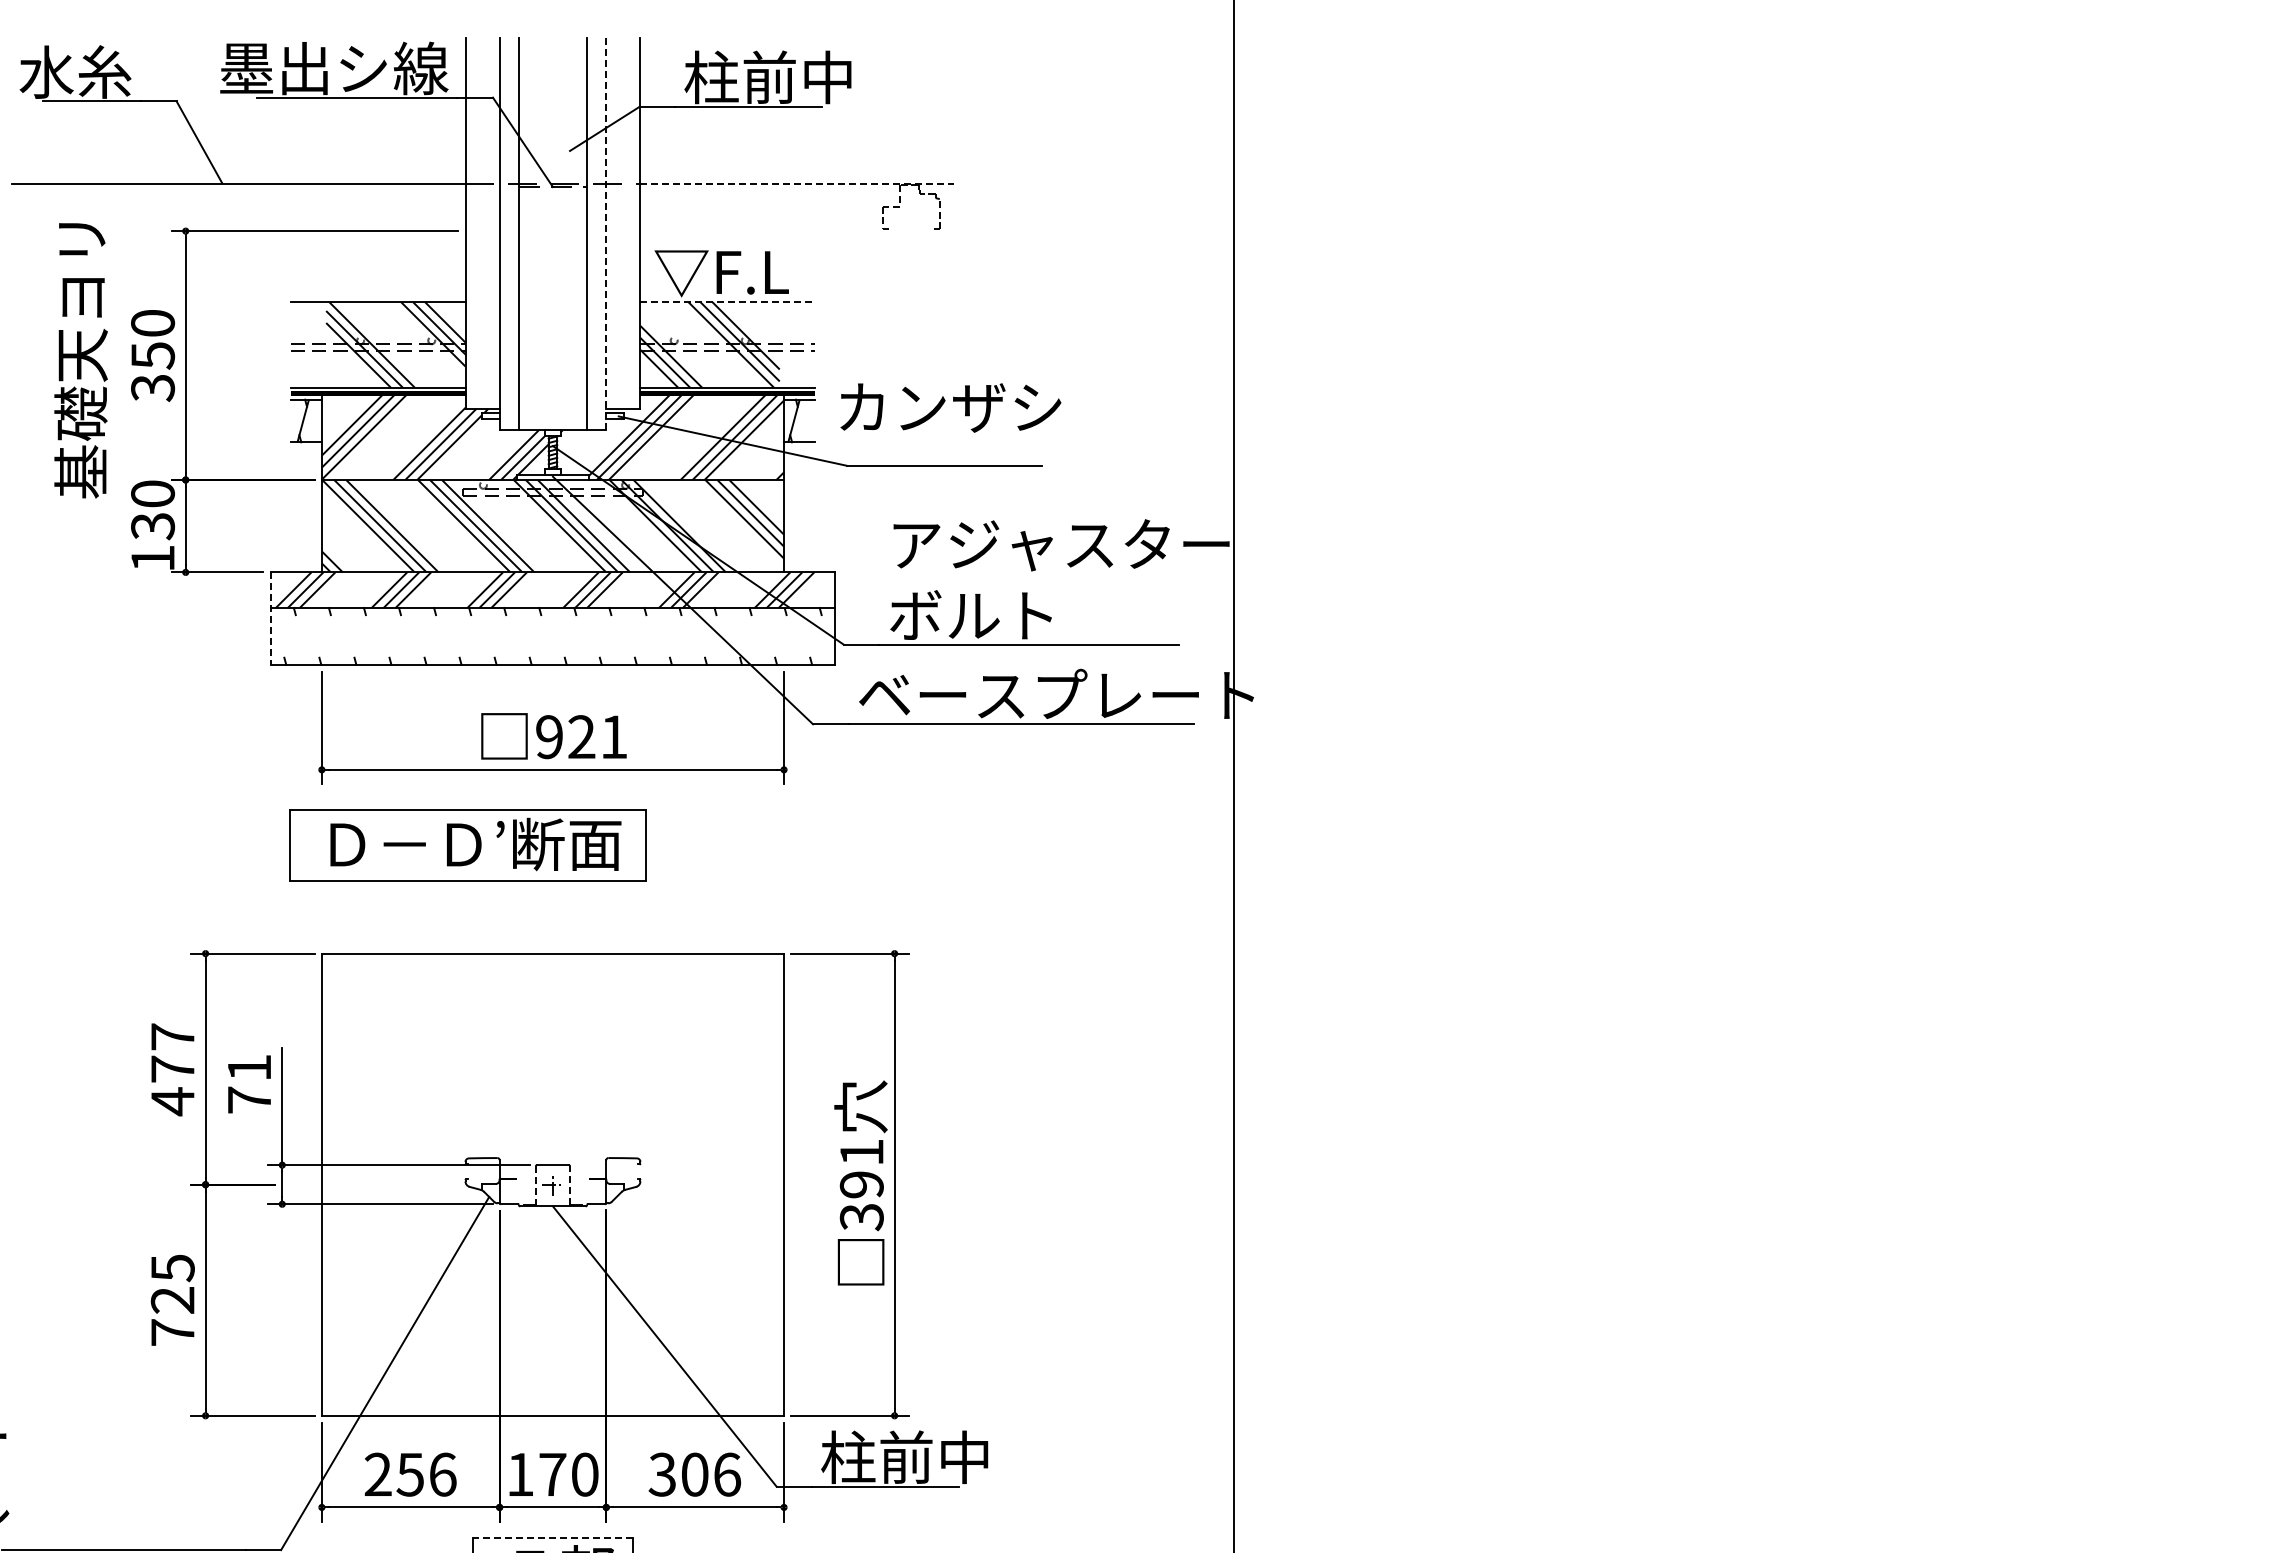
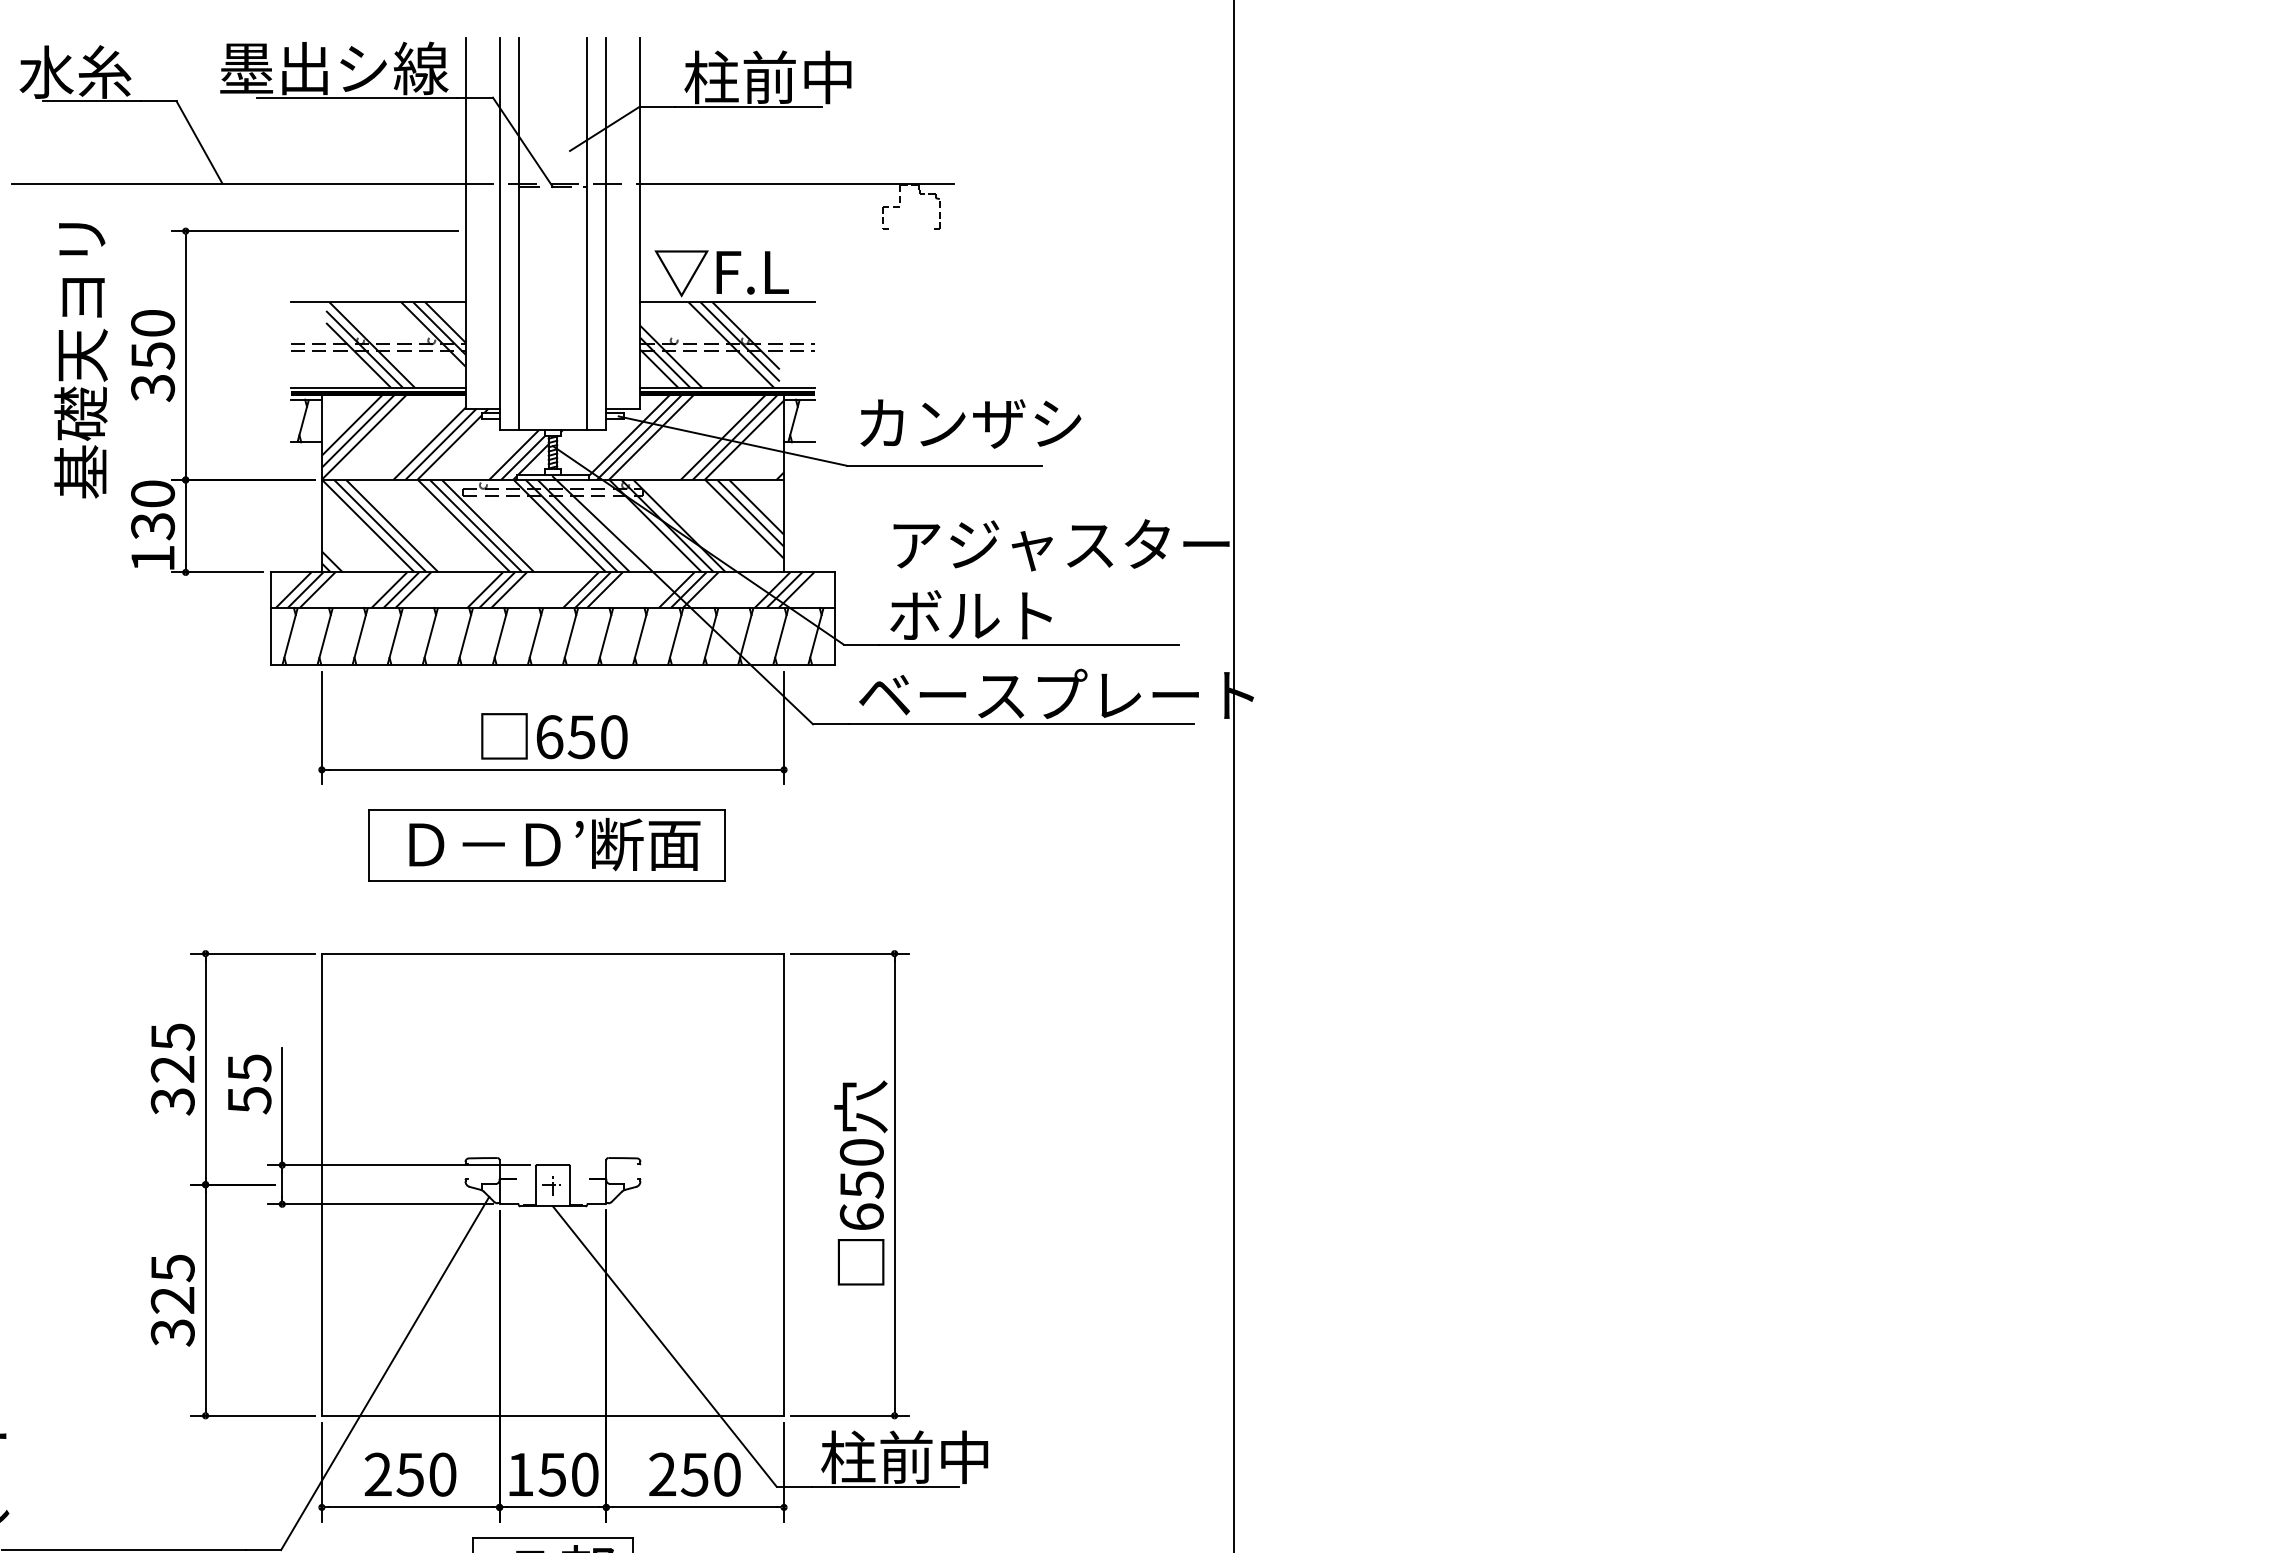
line at (797, 183): dashed -> solid
line at (606, 233): dashed -> solid
line at (728, 302): dashed -> solid
text at (950, 407) position: (950, 407) -> (970, 423)
line at (270, 619): dashed -> solid
hatch at (552, 635): none -> present
text at (581, 737): 921 -> 650
part at (467, 845) position: (467, 845) -> (546, 845)
text at (172, 1069): 477 -> 325
text at (249, 1084): 71 -> 55
line at (535, 1185): dashed -> solid
line at (570, 1185): dashed -> solid
text at (861, 1185): 391 -> 650
text at (172, 1332): 725 -> 325
text at (442, 1474): 256 -> 250
text at (552, 1474): 170 -> 150
text at (694, 1474): 306 -> 250
line at (552, 1537): dashed -> solid
